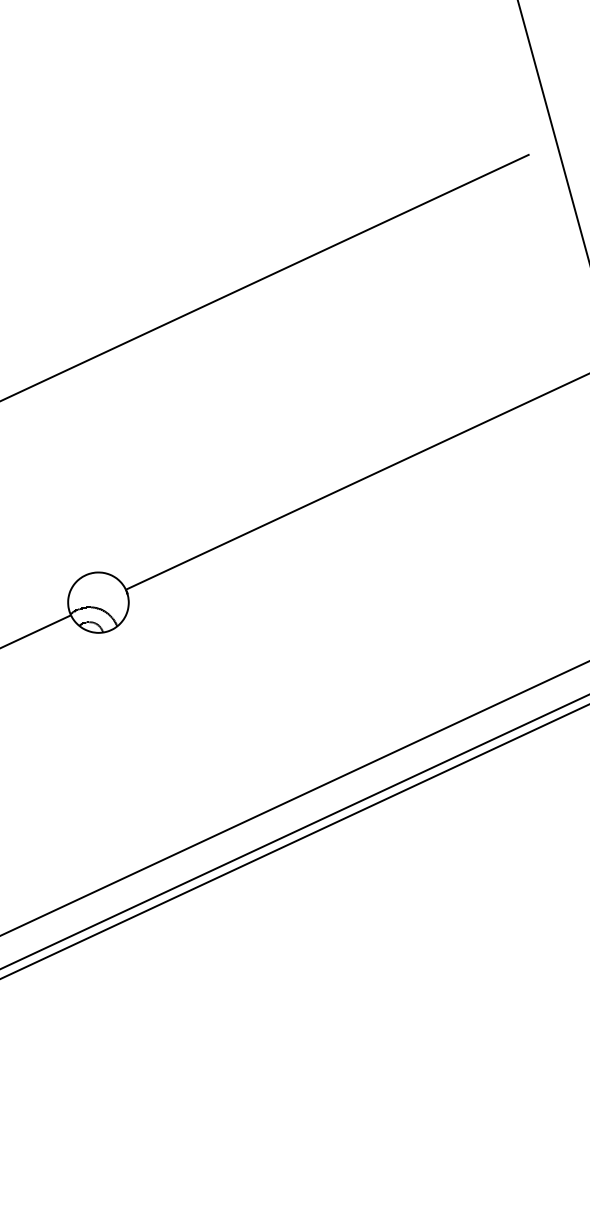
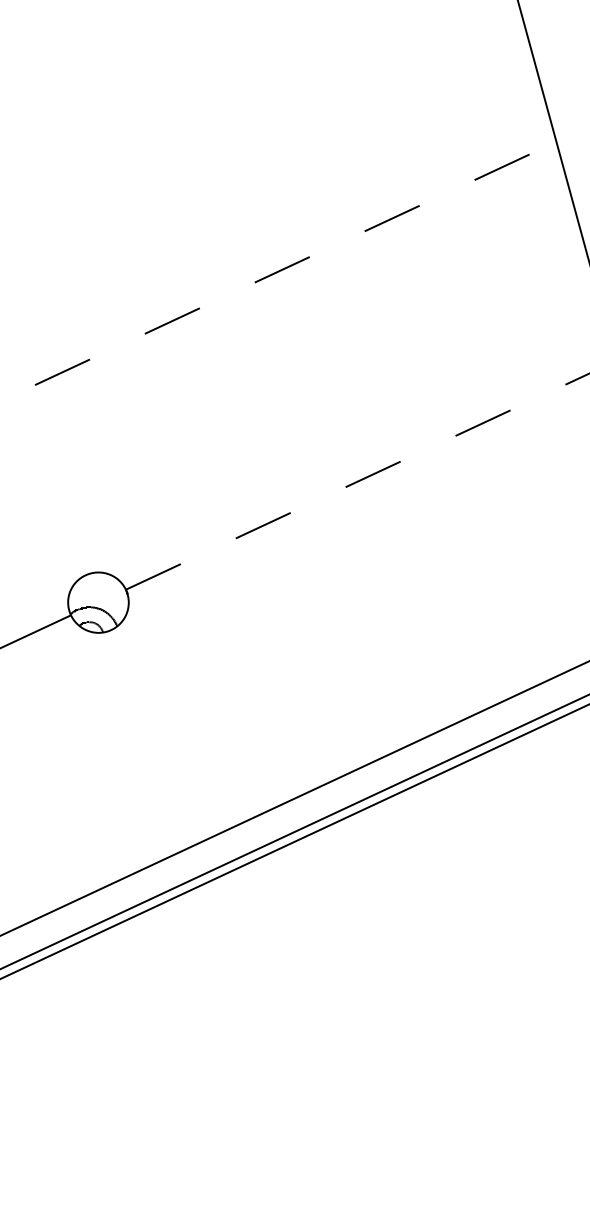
line at (264, 277): solid -> dashed
line at (357, 481): solid -> dashed
